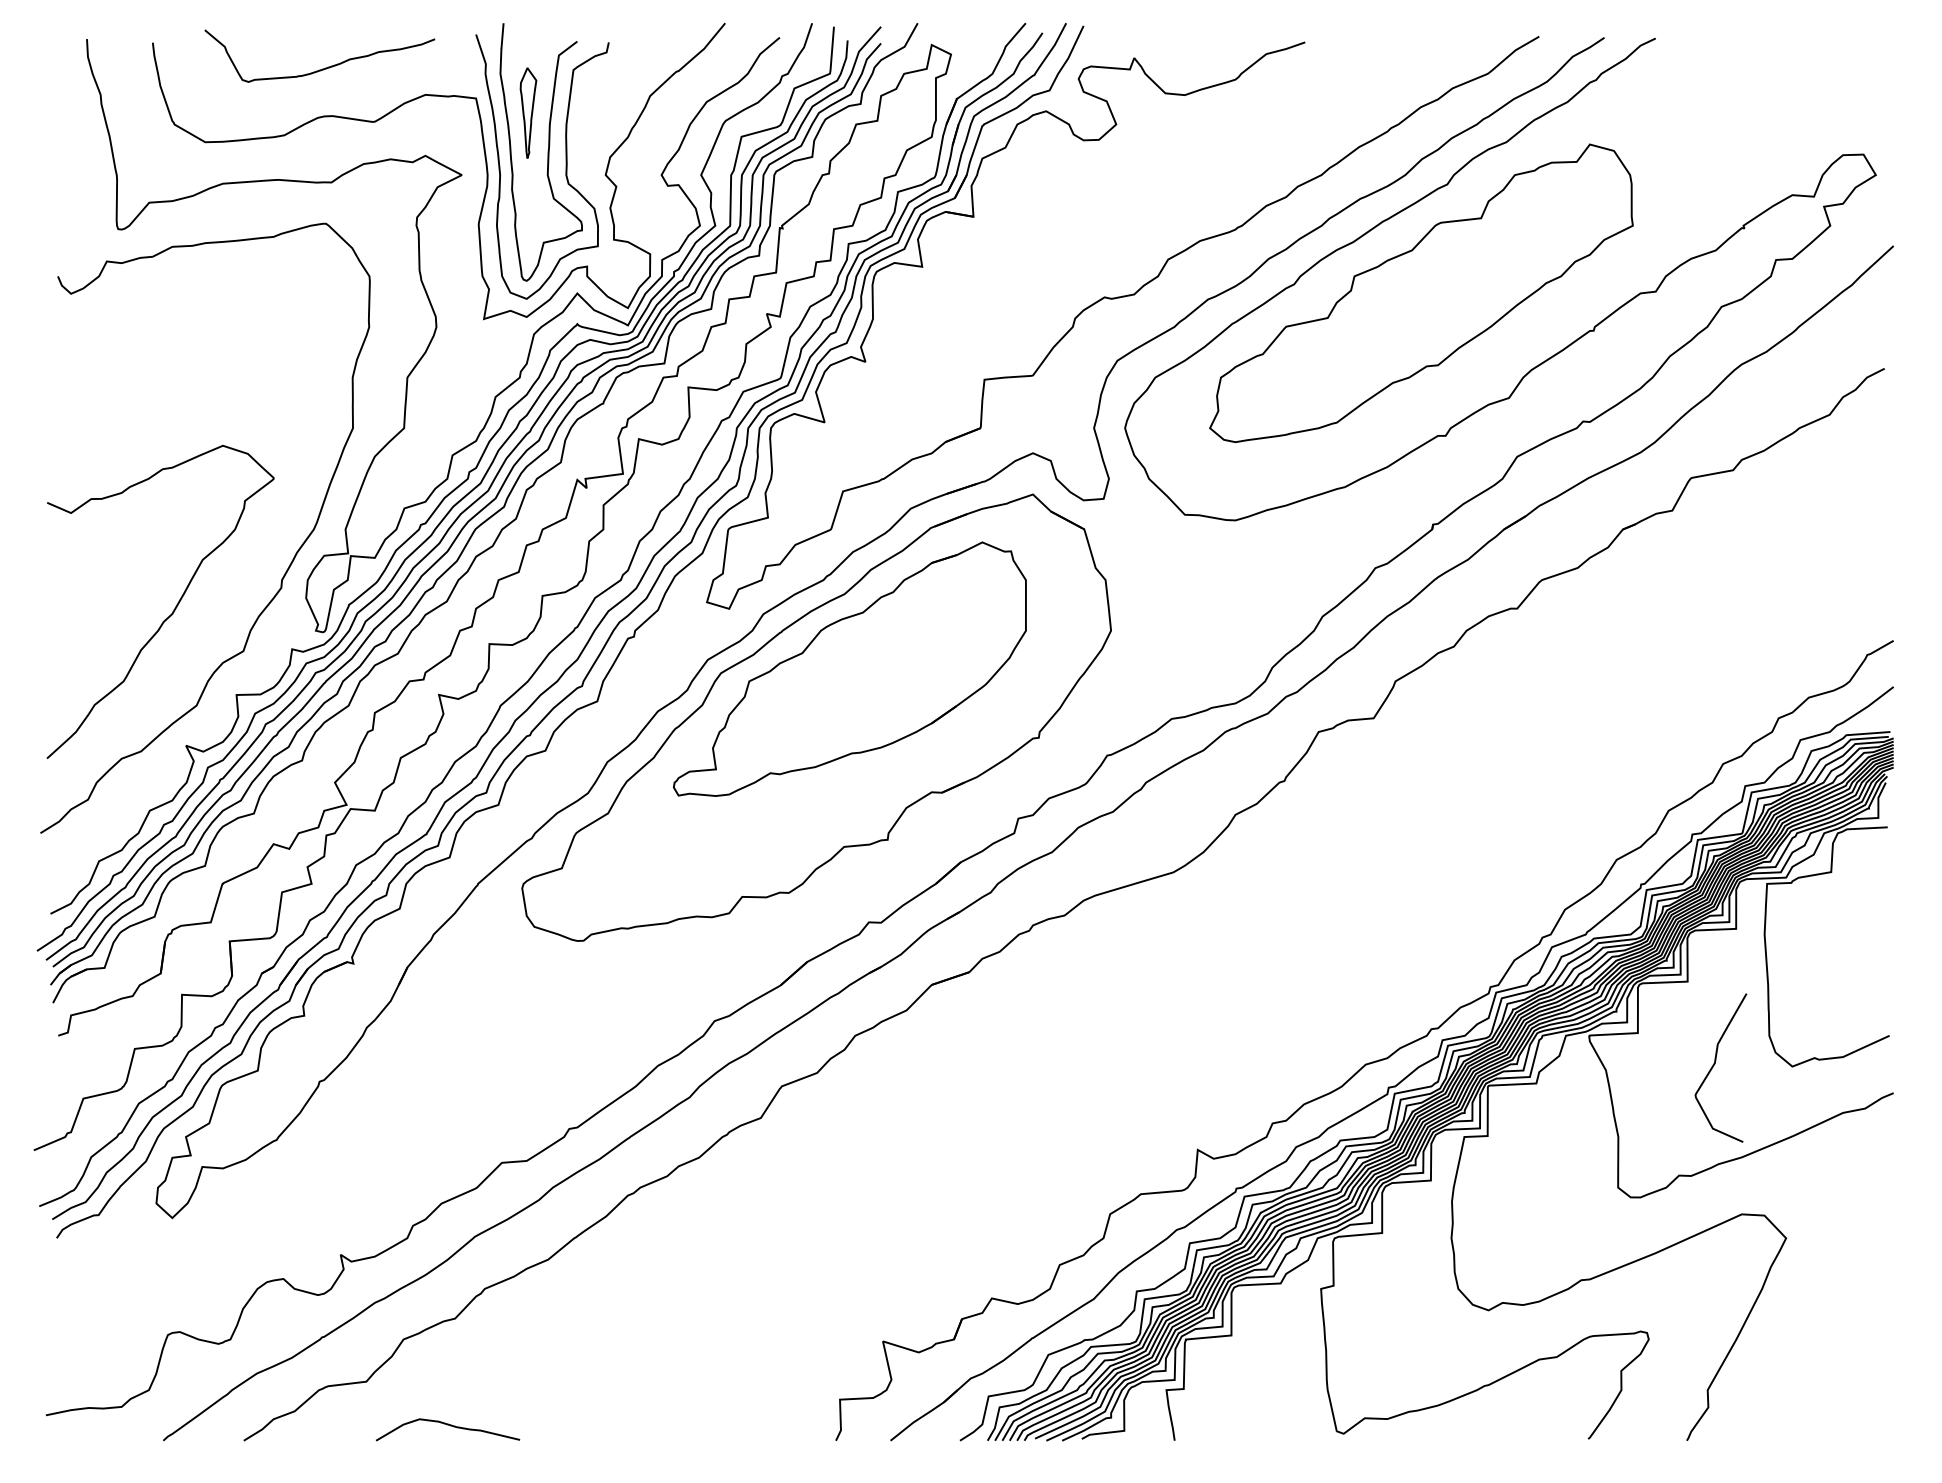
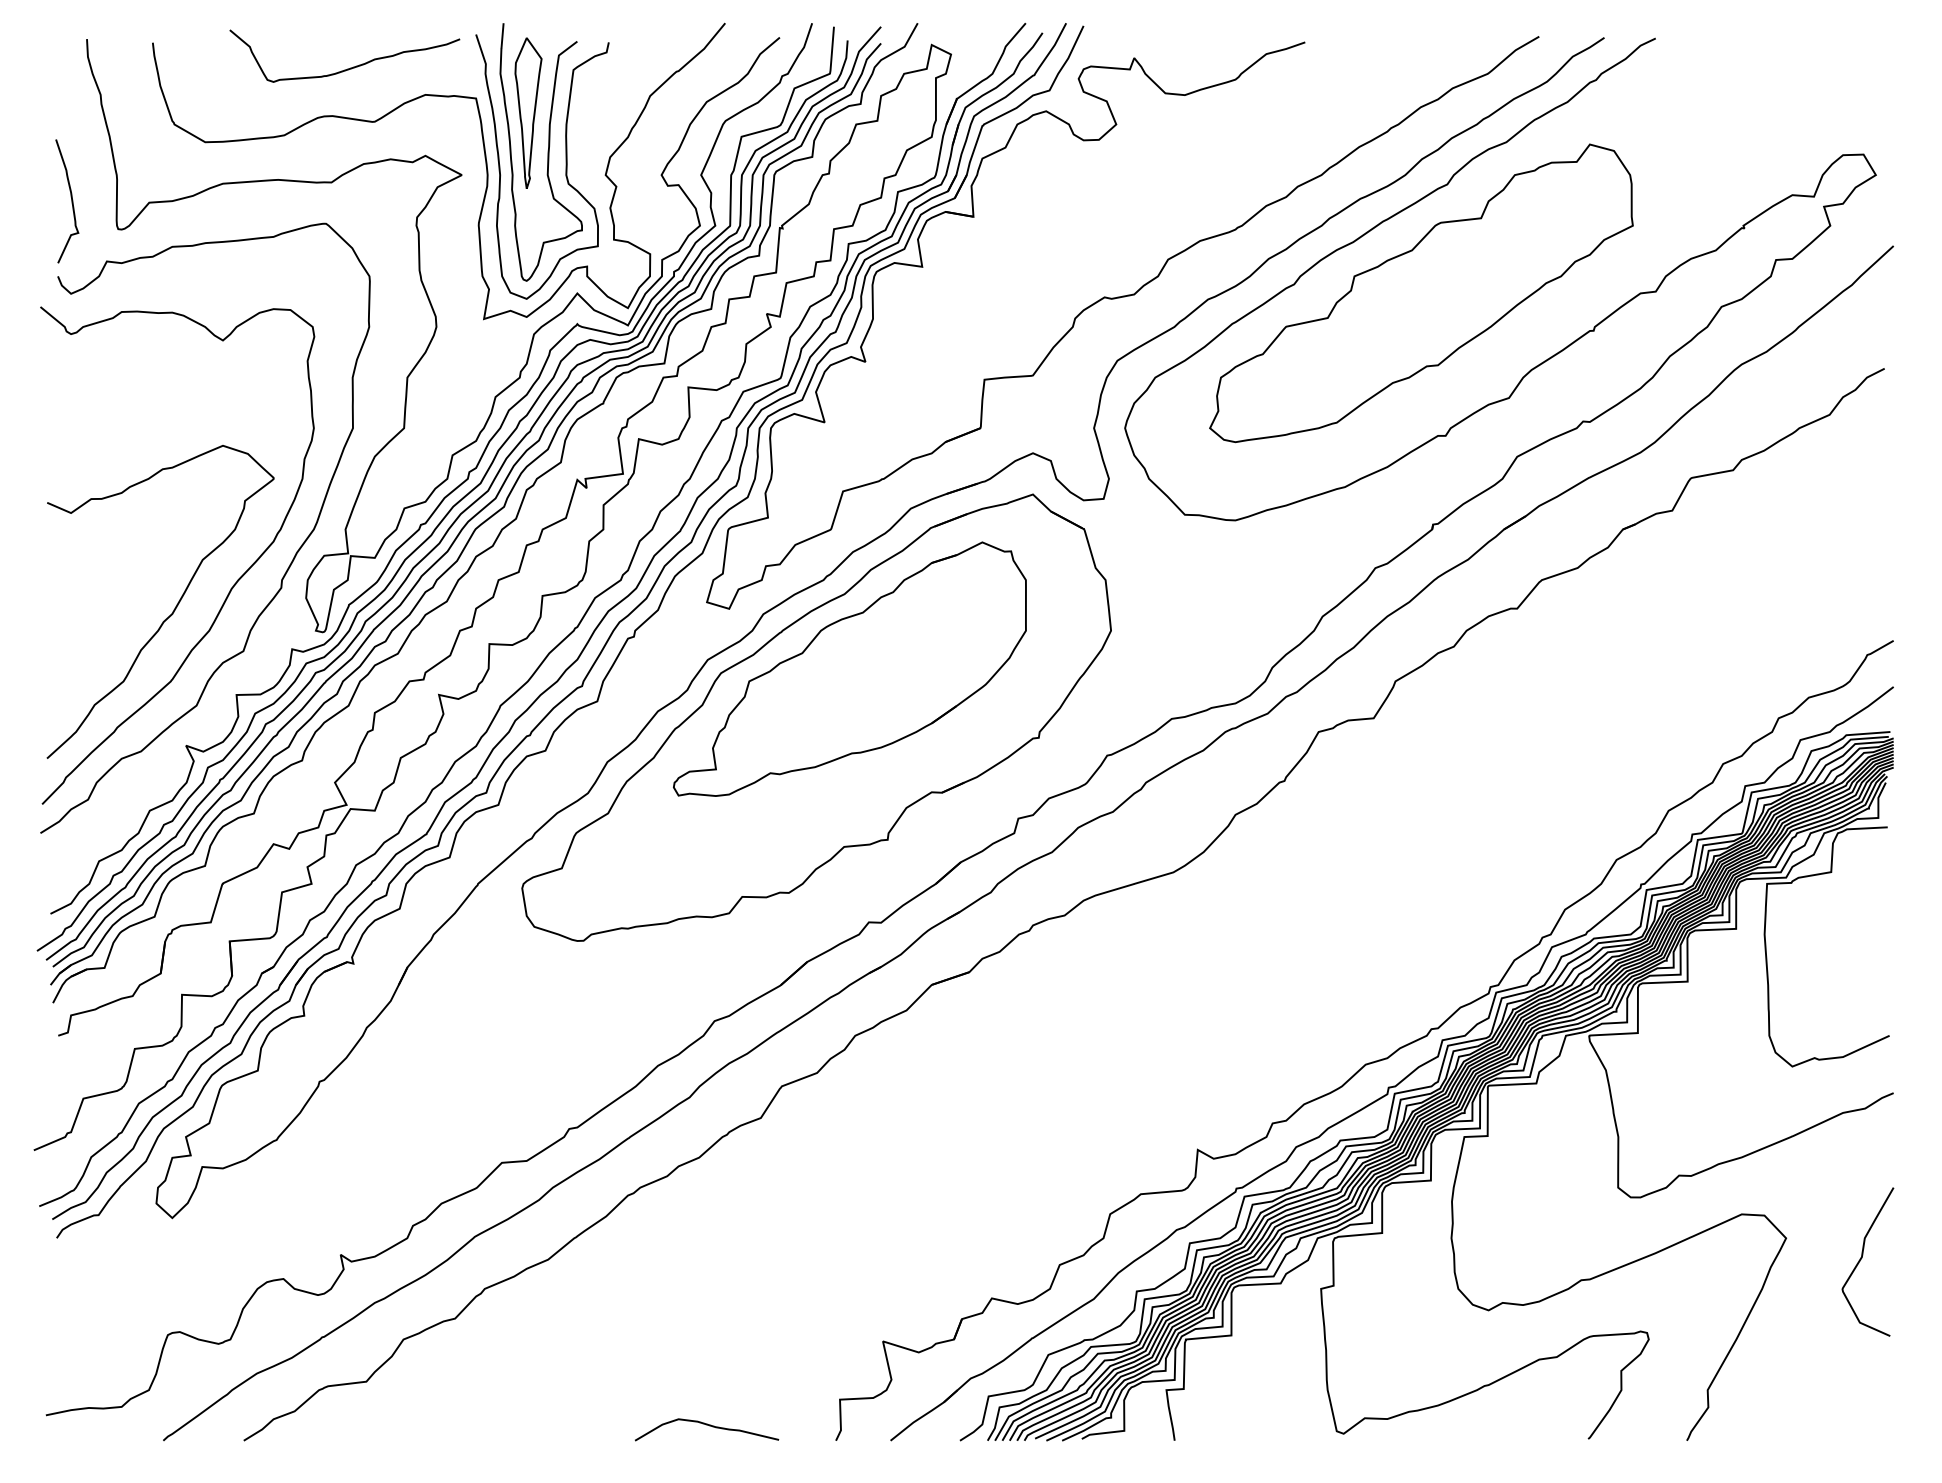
curve at (322, 68) position: (322, 68) -> (347, 68)
part at (528, 112) size: 19x92 px -> 29x152 px
curve at (71, 201): none -> present
curve at (230, 588): none -> present
curve at (1715, 1064) position: (1715, 1064) -> (1862, 1258)
curve at (450, 1426) position: (450, 1426) -> (709, 1426)
